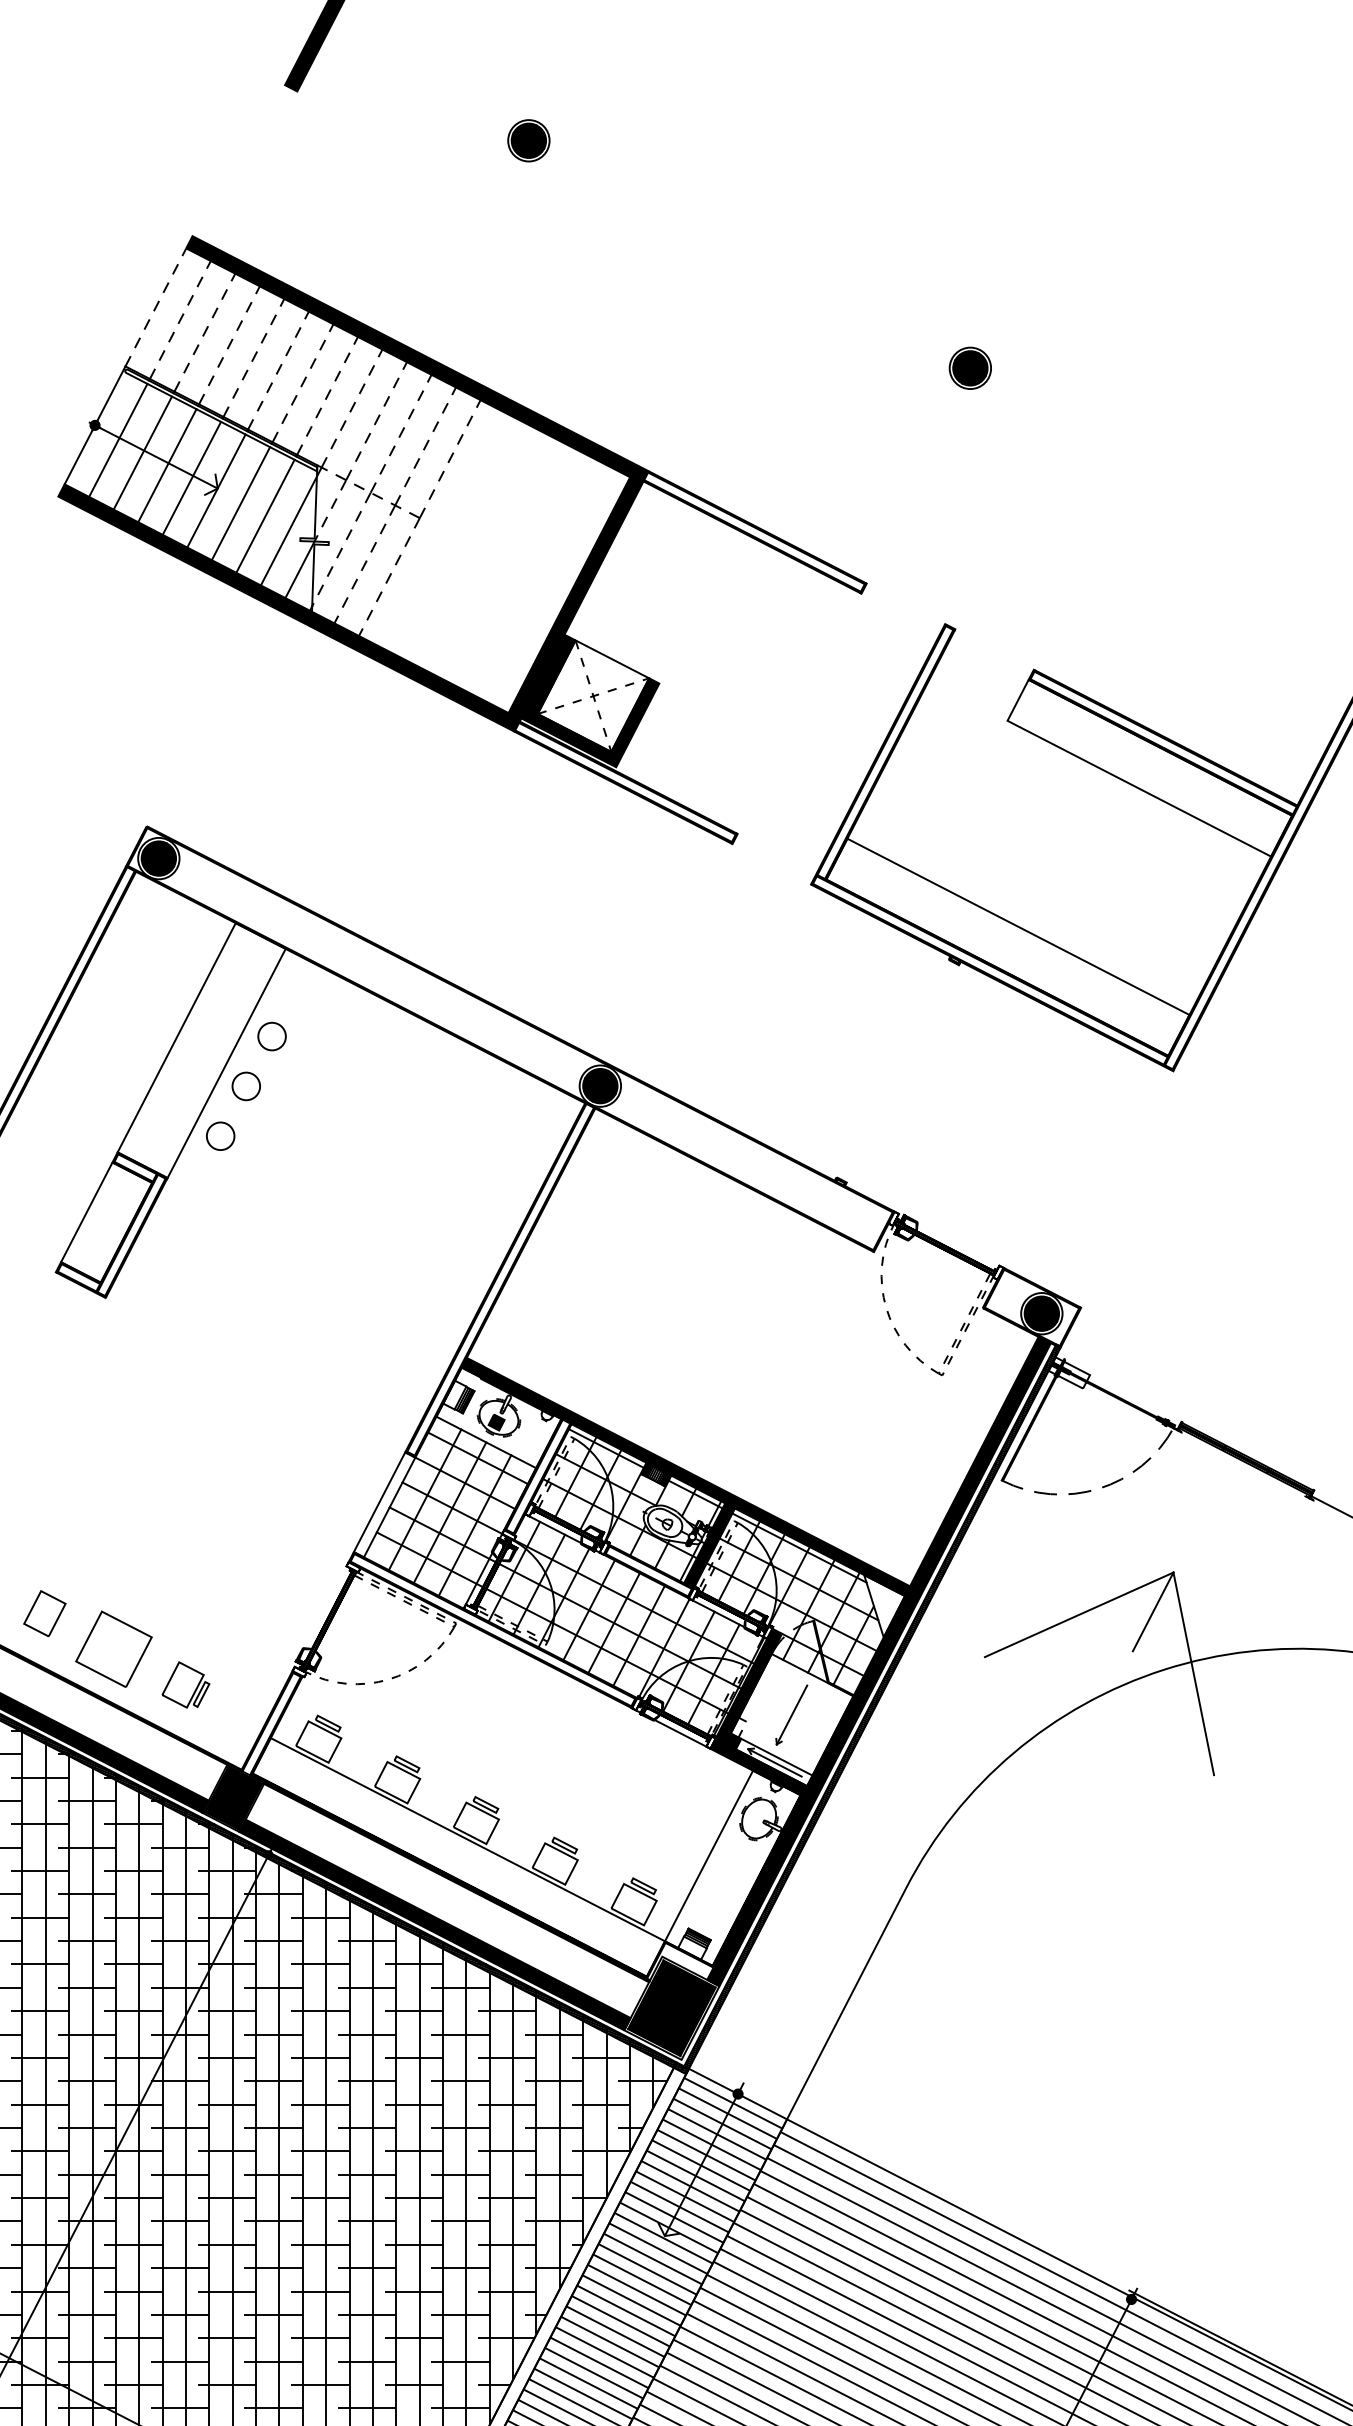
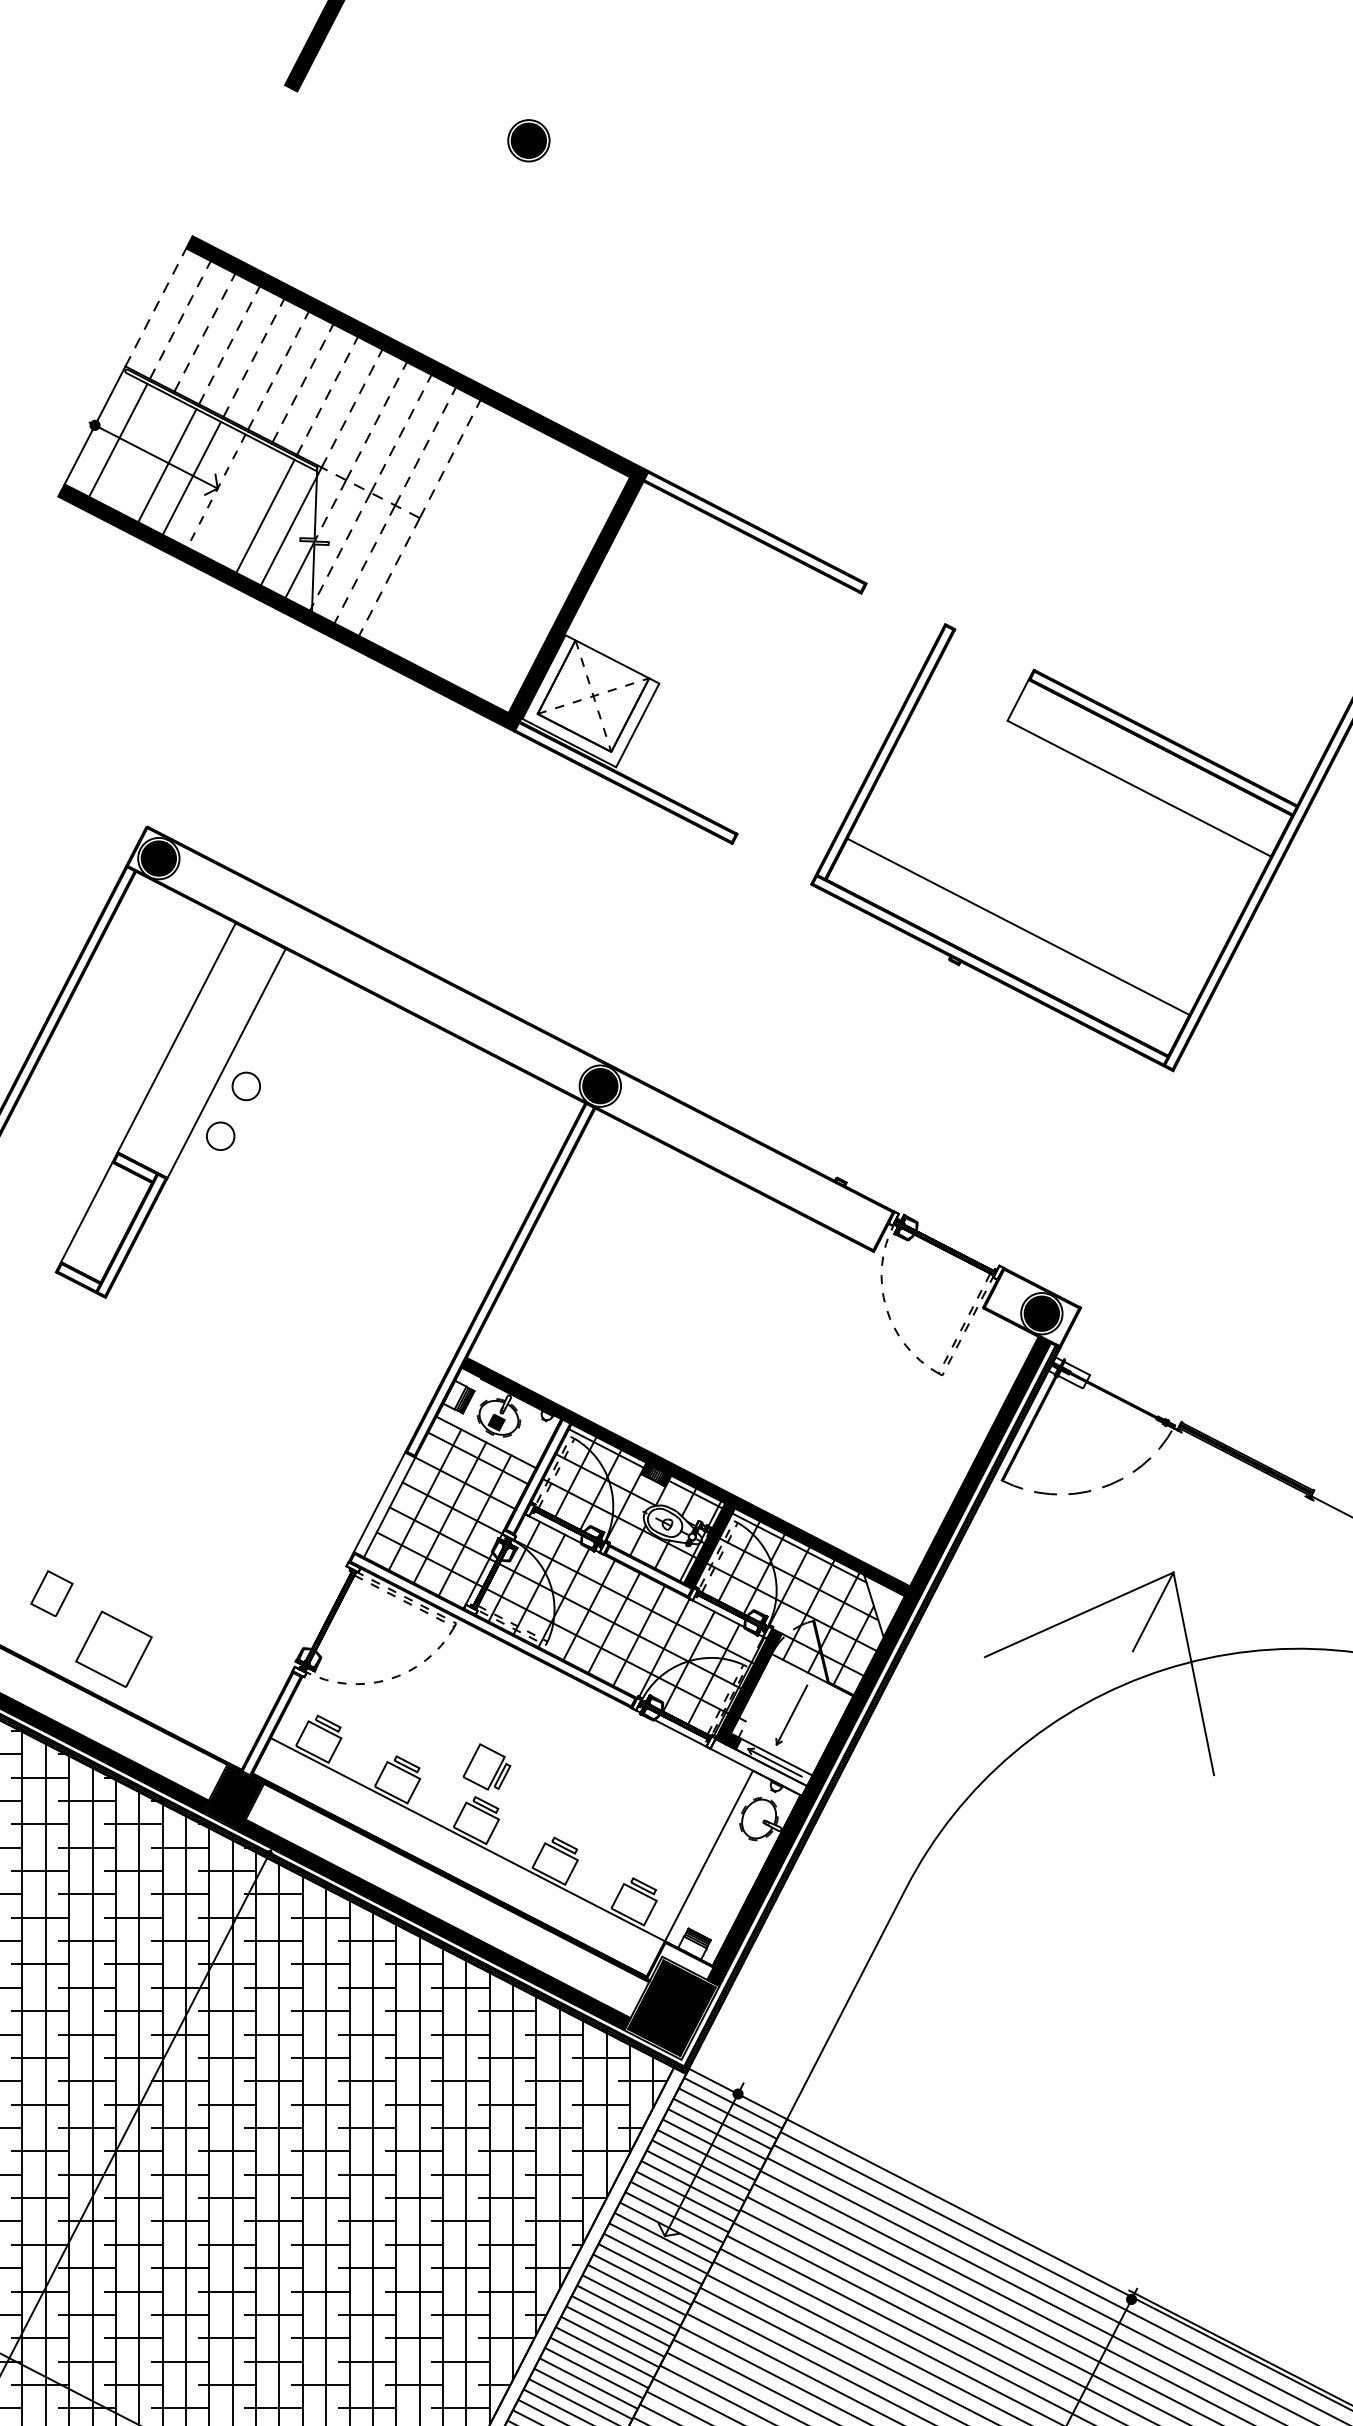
part at (969, 367): present -> none
line at (142, 452): present -> none
line at (216, 491): solid -> dashed
line at (240, 503): present -> none
fill at (590, 701): present -> none
circle at (271, 1036): present -> none
part at (44, 1613) position: (44, 1613) -> (51, 1593)
part at (185, 1684) position: (185, 1684) -> (486, 1766)
fill at (758, 1766): present -> none
